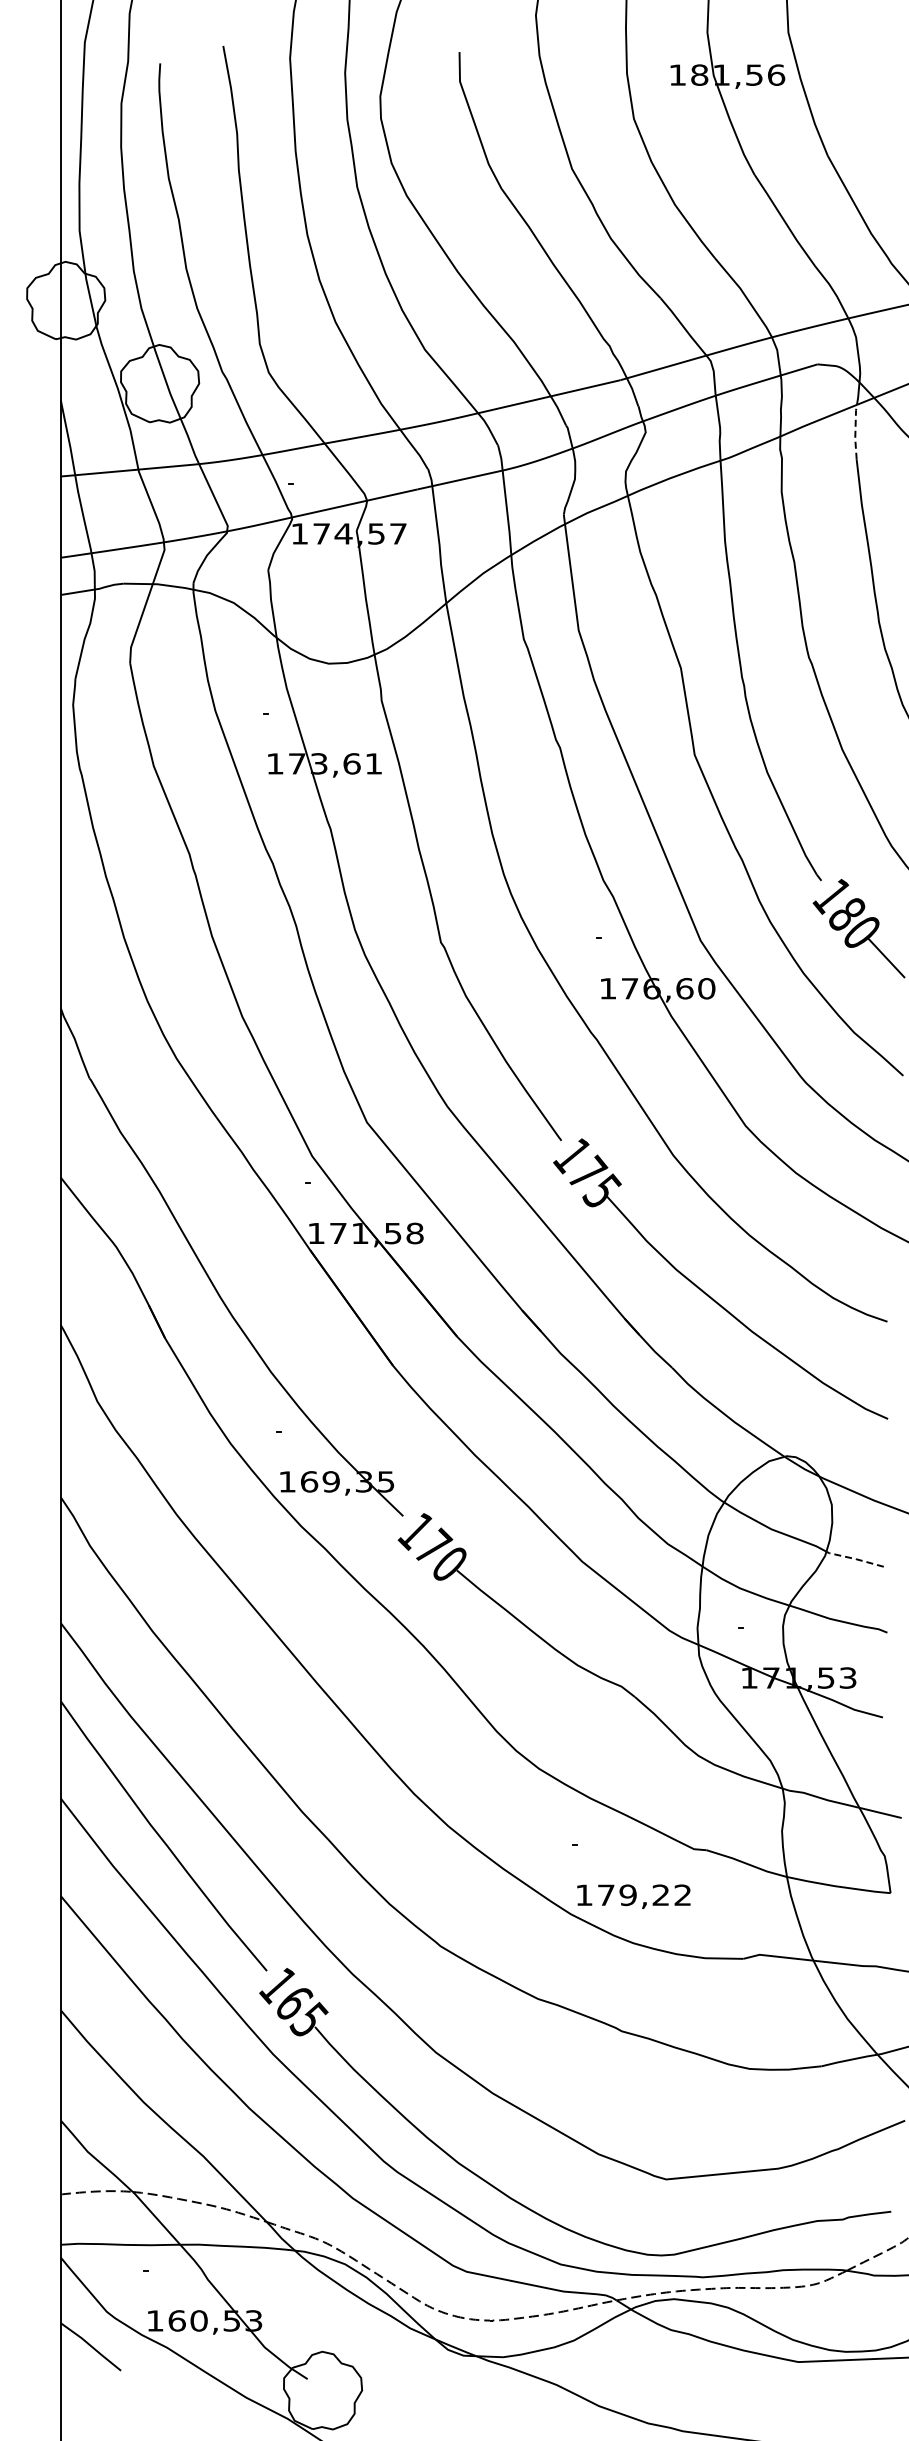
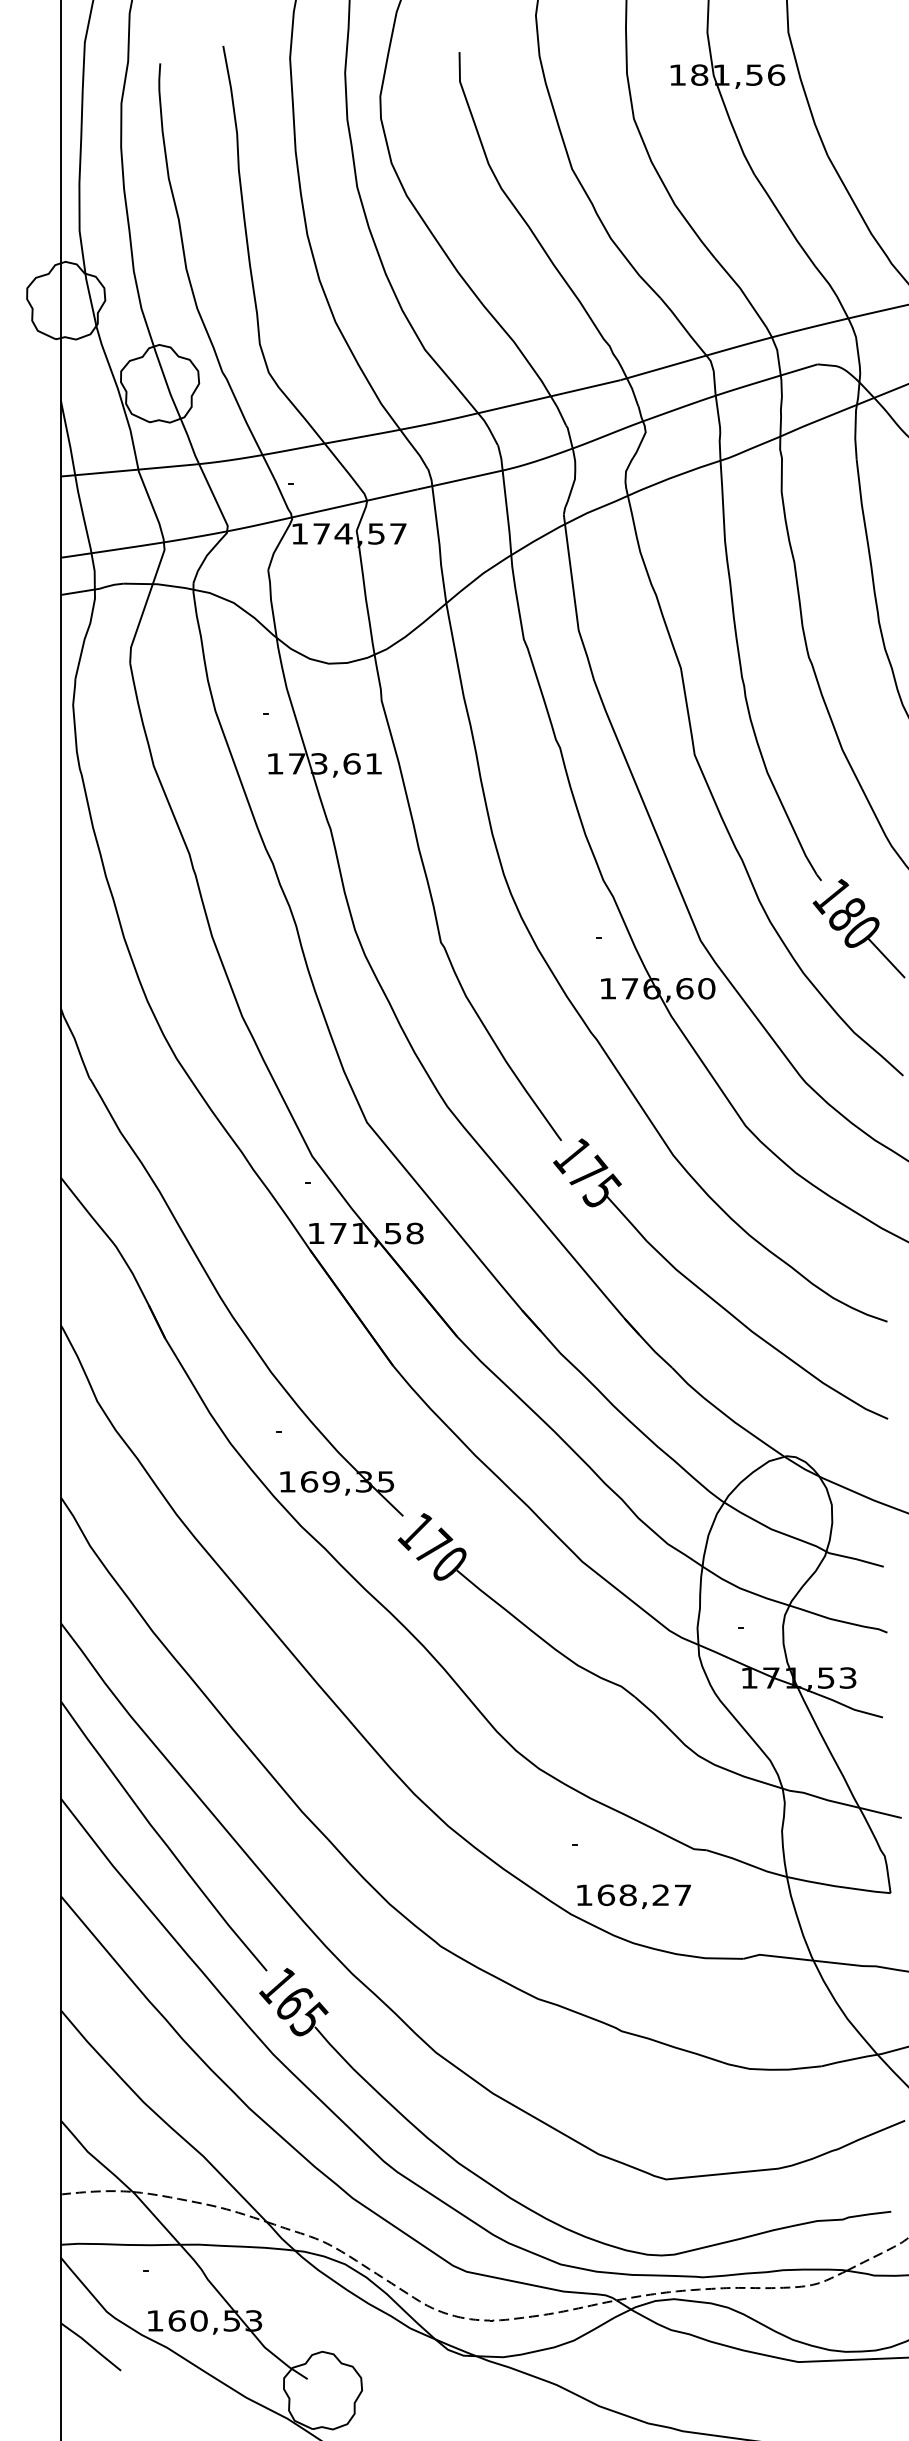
line at (855, 431): dashed -> solid
line at (854, 1558): dashed -> solid
text at (643, 1895): 179,22 -> 168,27
